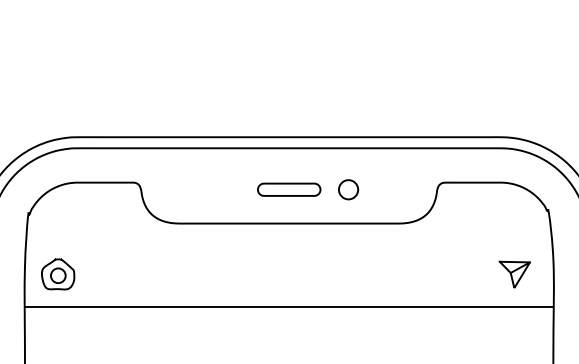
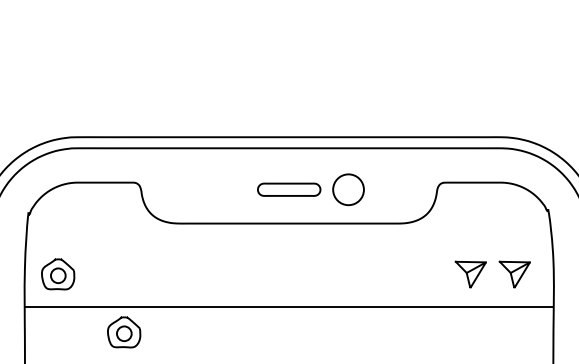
circle at (348, 189) diameter: 19 px -> 31 px
part at (470, 274): none -> present
part at (124, 332): none -> present
